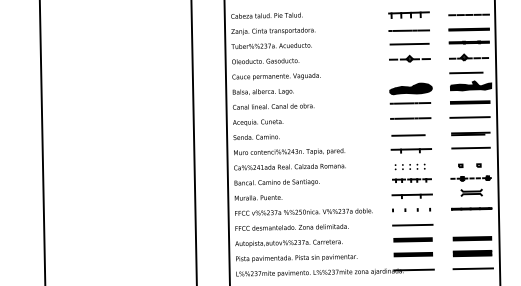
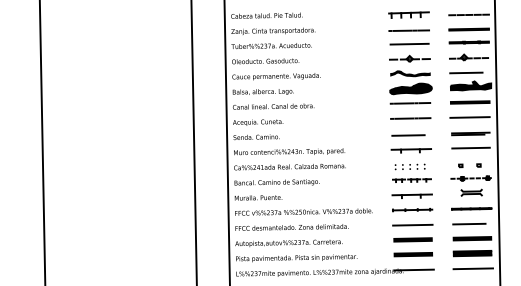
fill at (410, 73): none -> present
line at (412, 209): none -> present
line at (469, 223): none -> present
